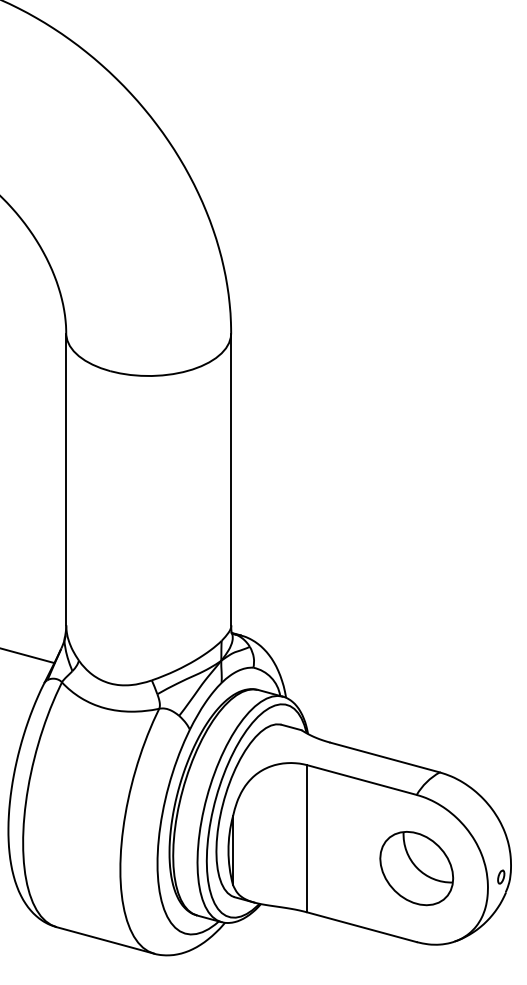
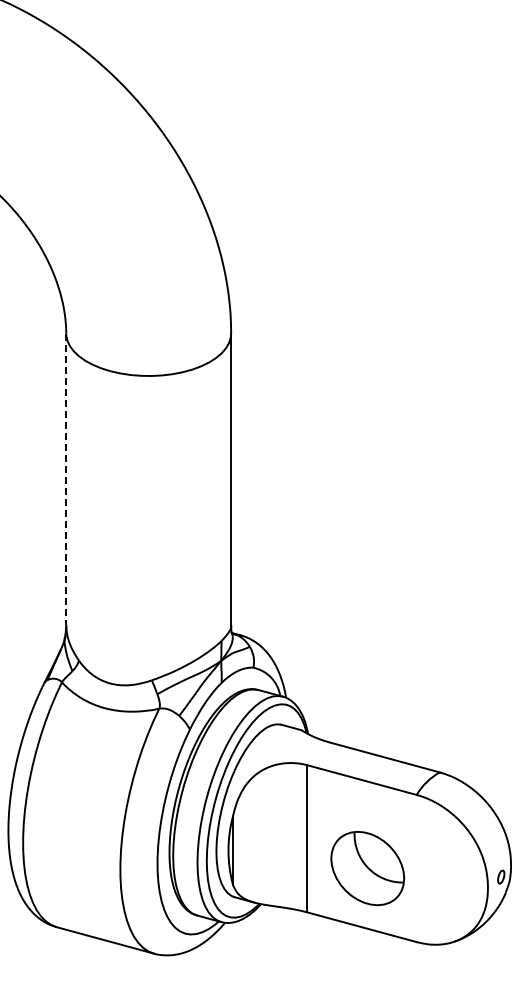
line at (66, 479): solid -> dashed
line at (28, 655): present -> none
part at (416, 868) position: (416, 868) -> (367, 868)
